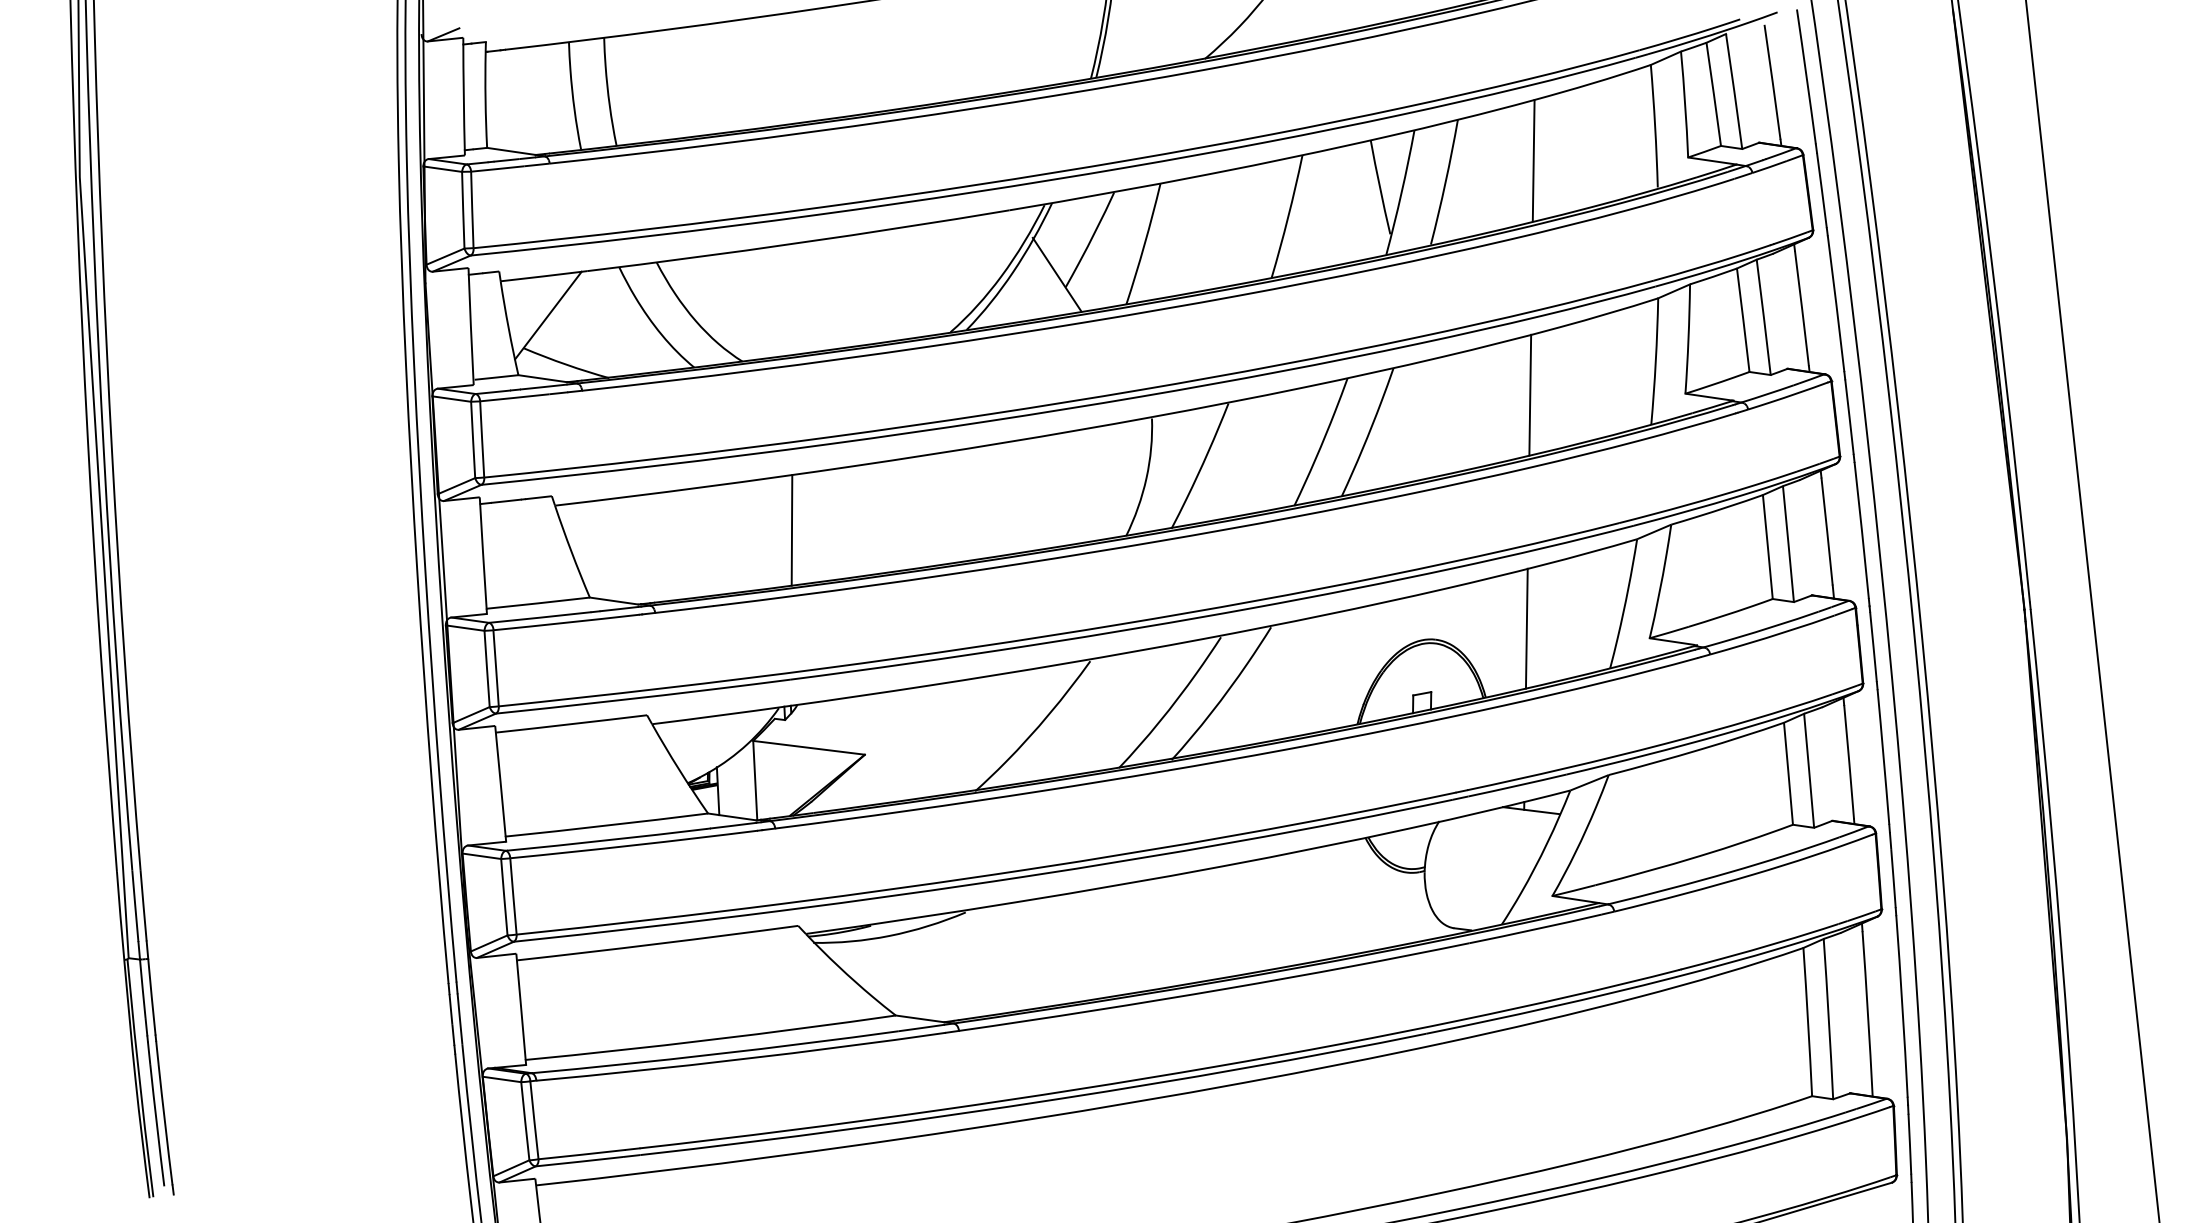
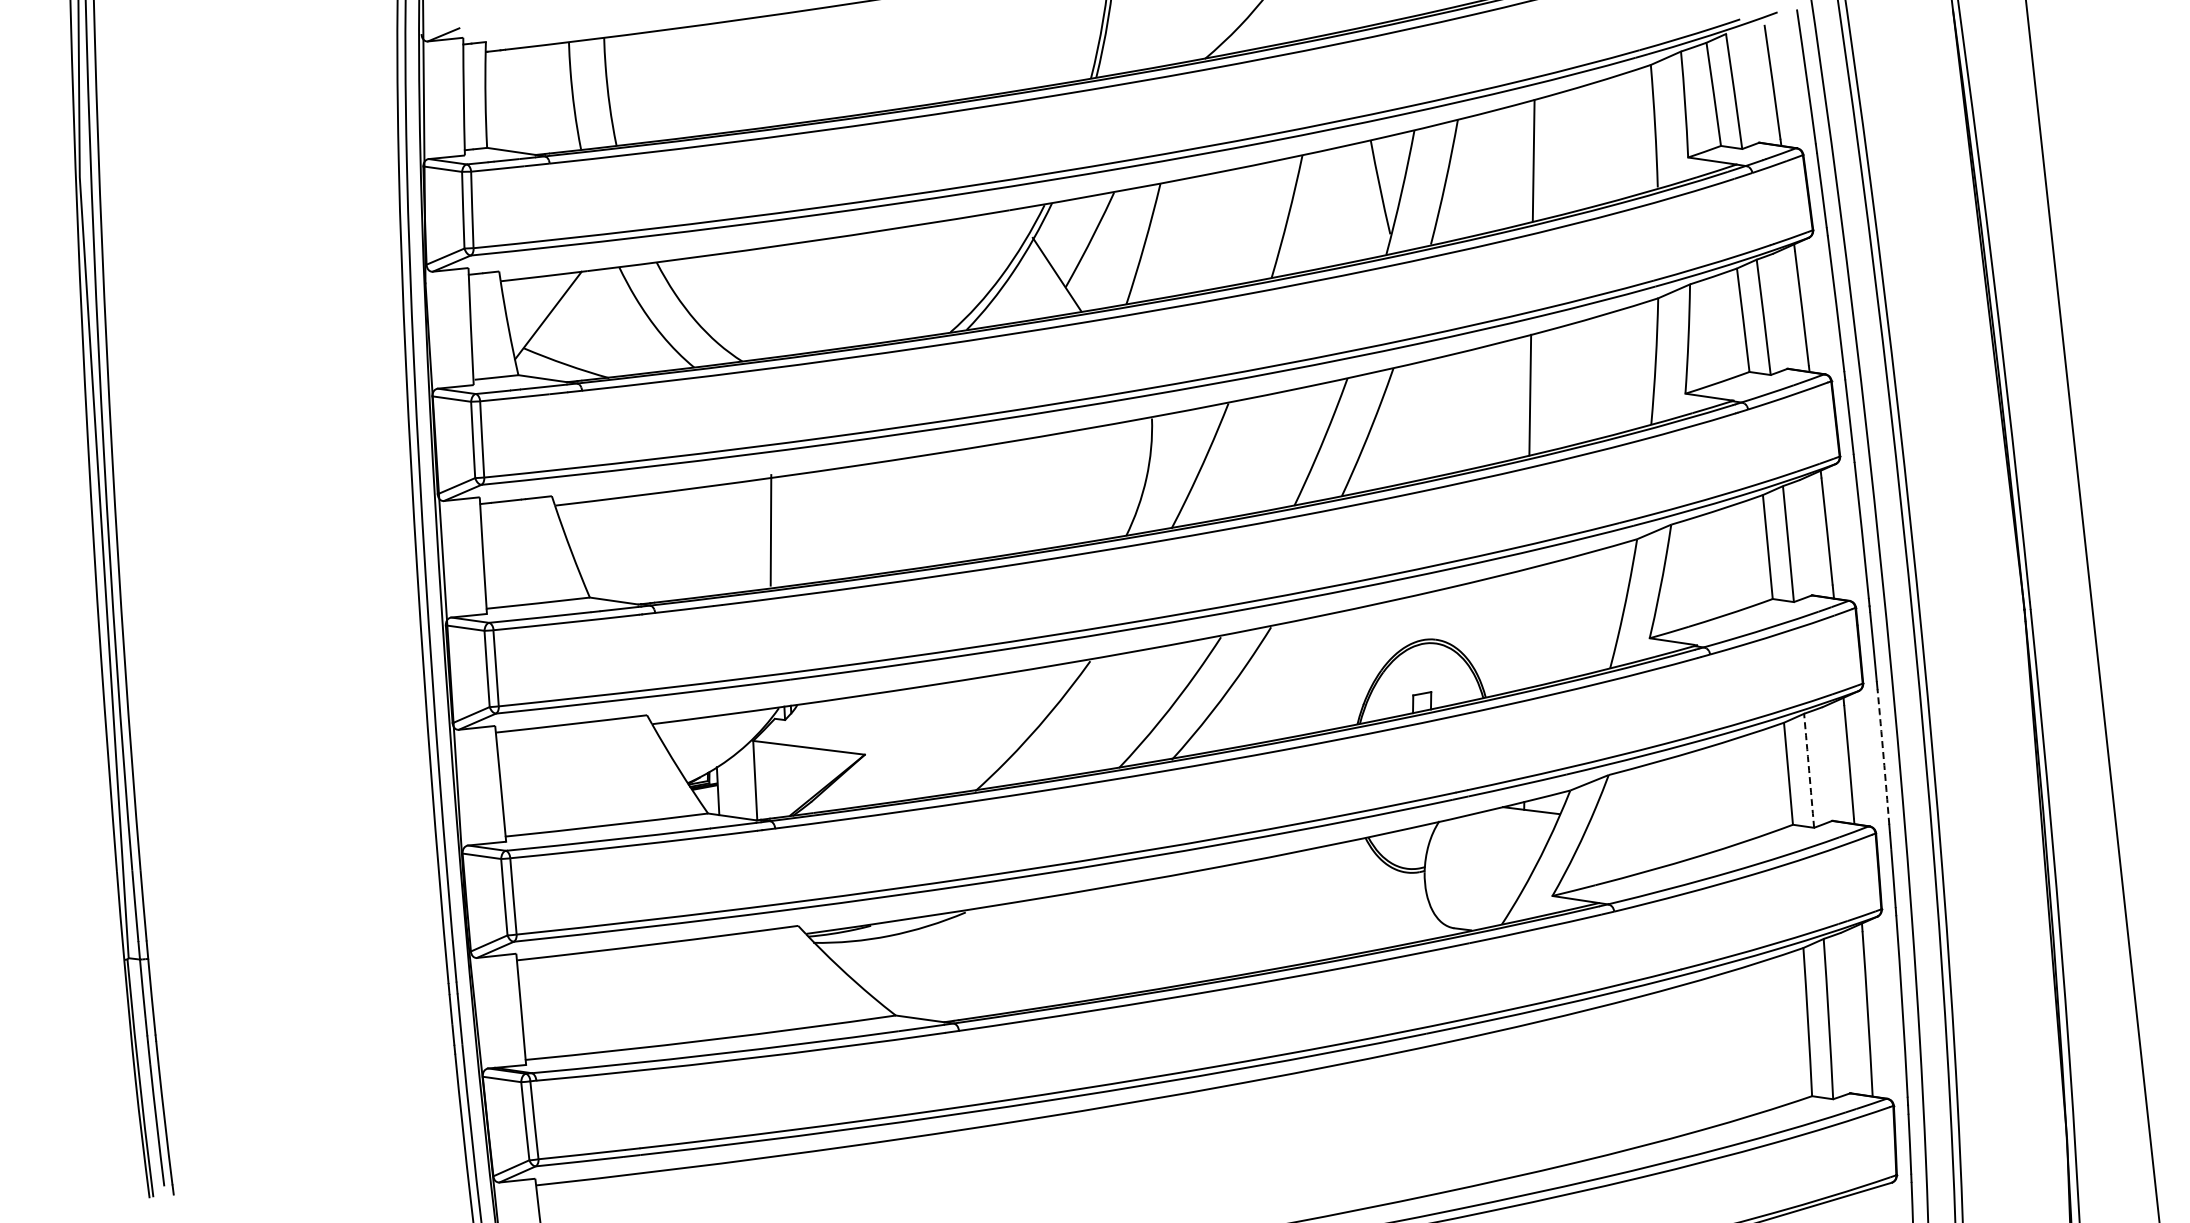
line at (791, 530) position: (791, 530) -> (770, 530)
line at (1526, 628): present -> none
arc at (1883, 757): solid -> dashed
arc at (1809, 770): solid -> dashed
